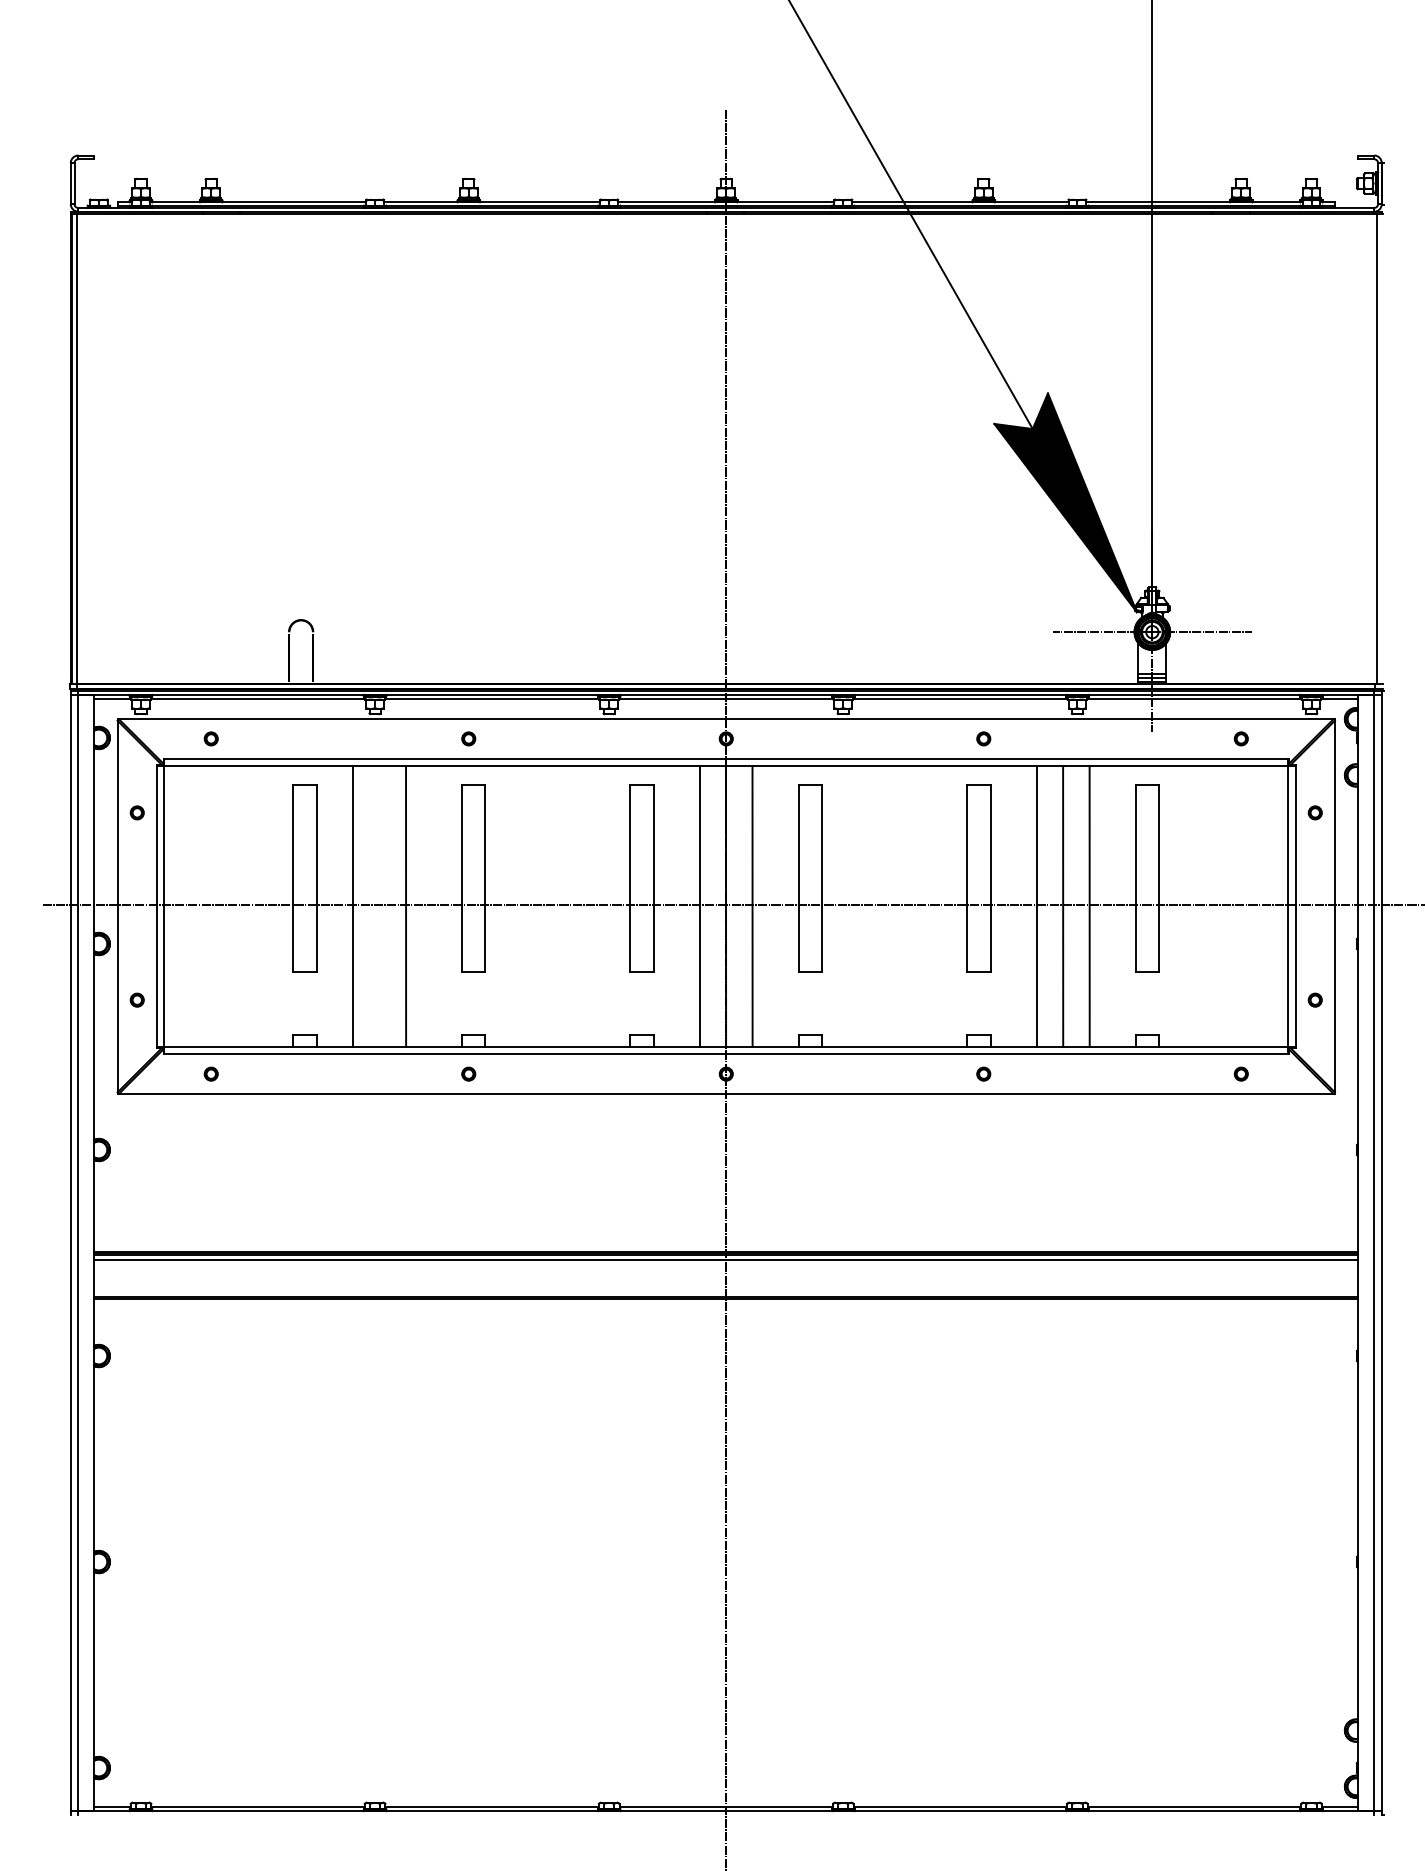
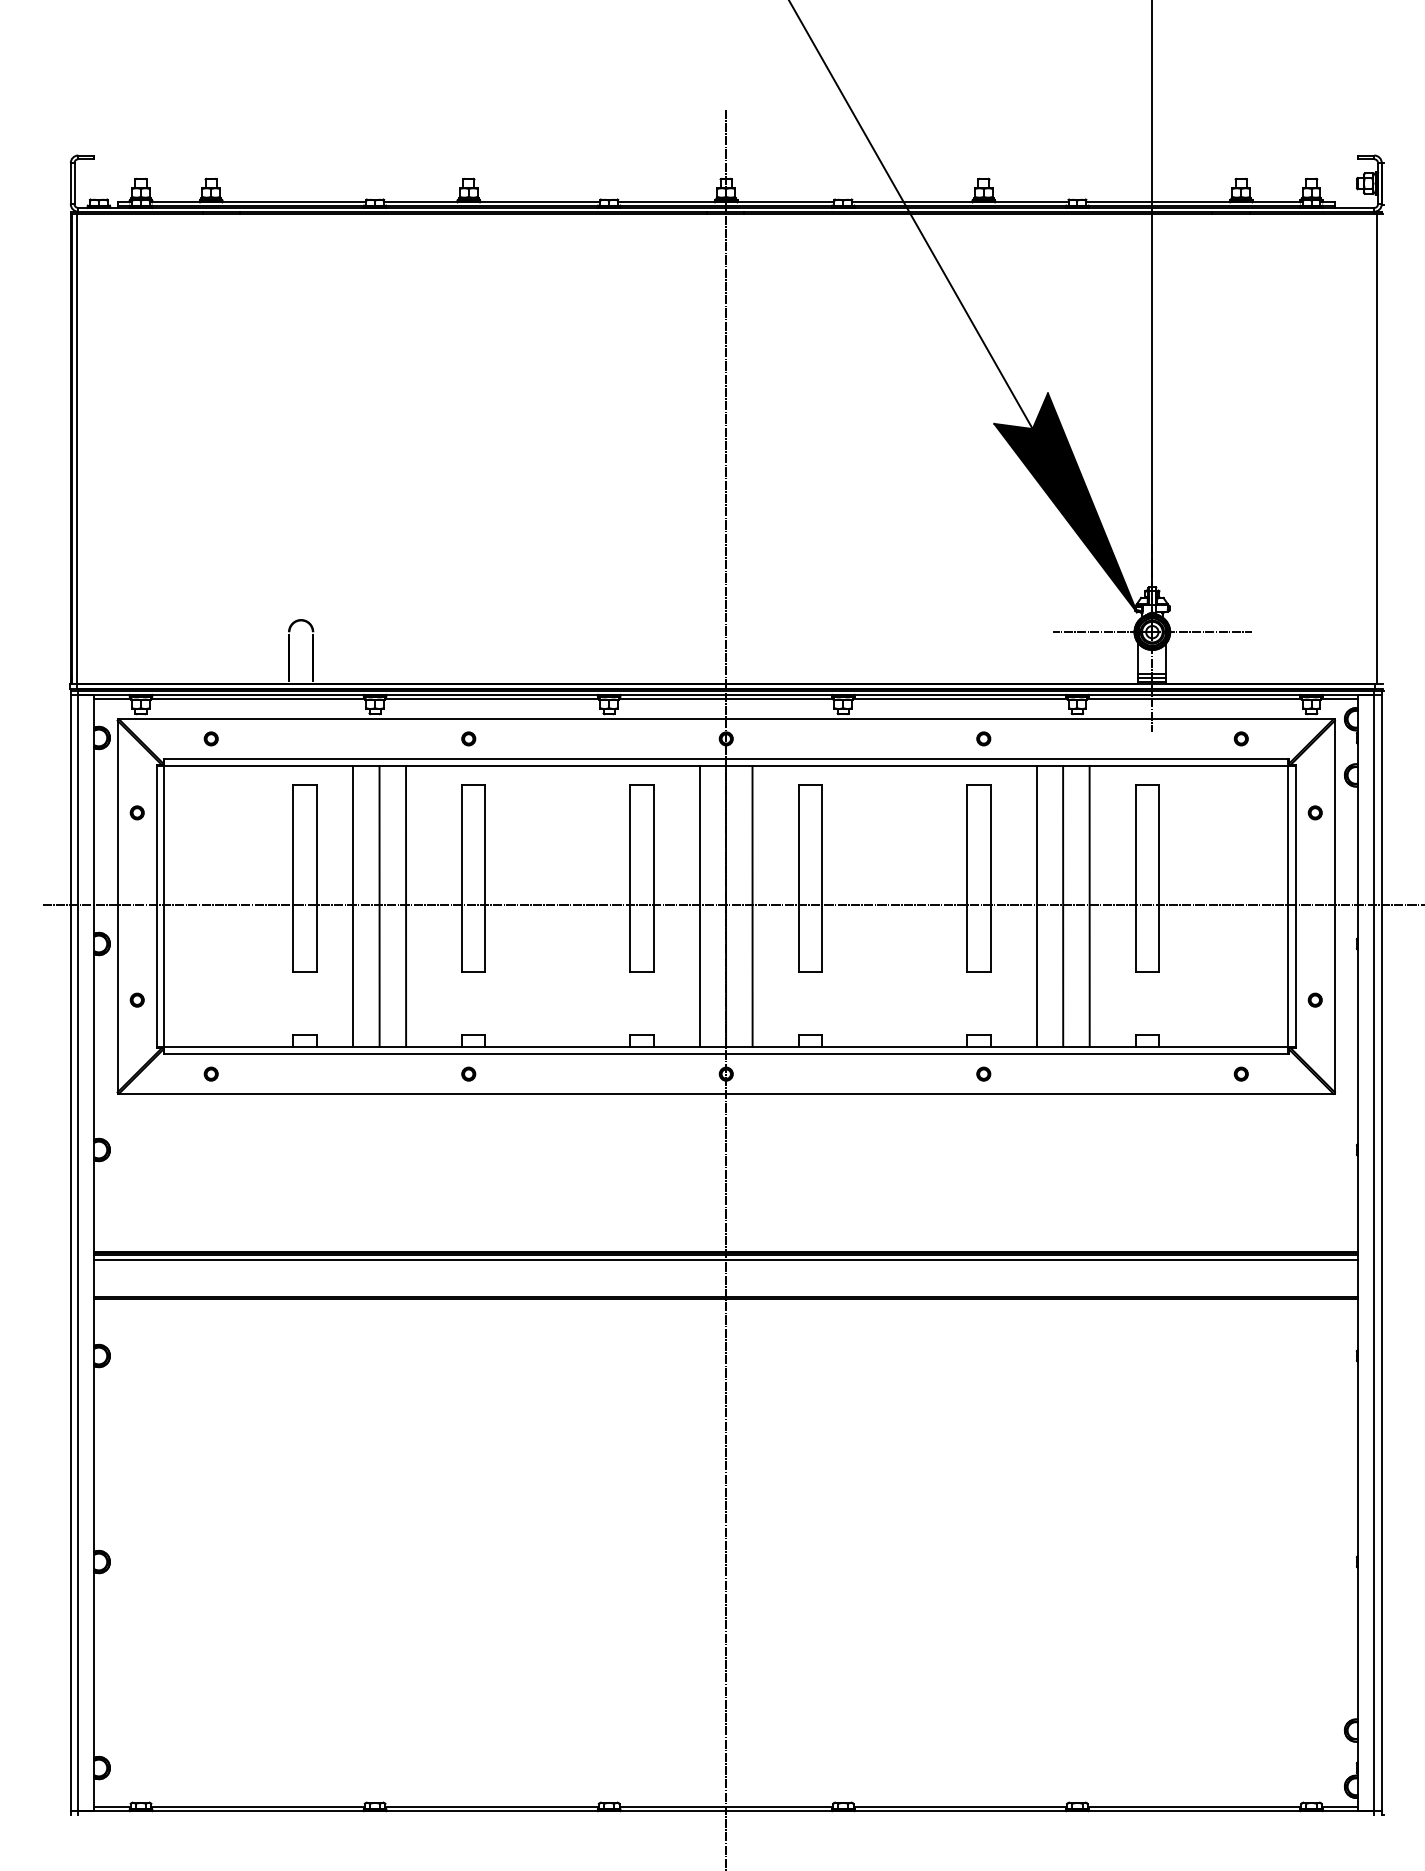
line at (379, 906): none -> present
